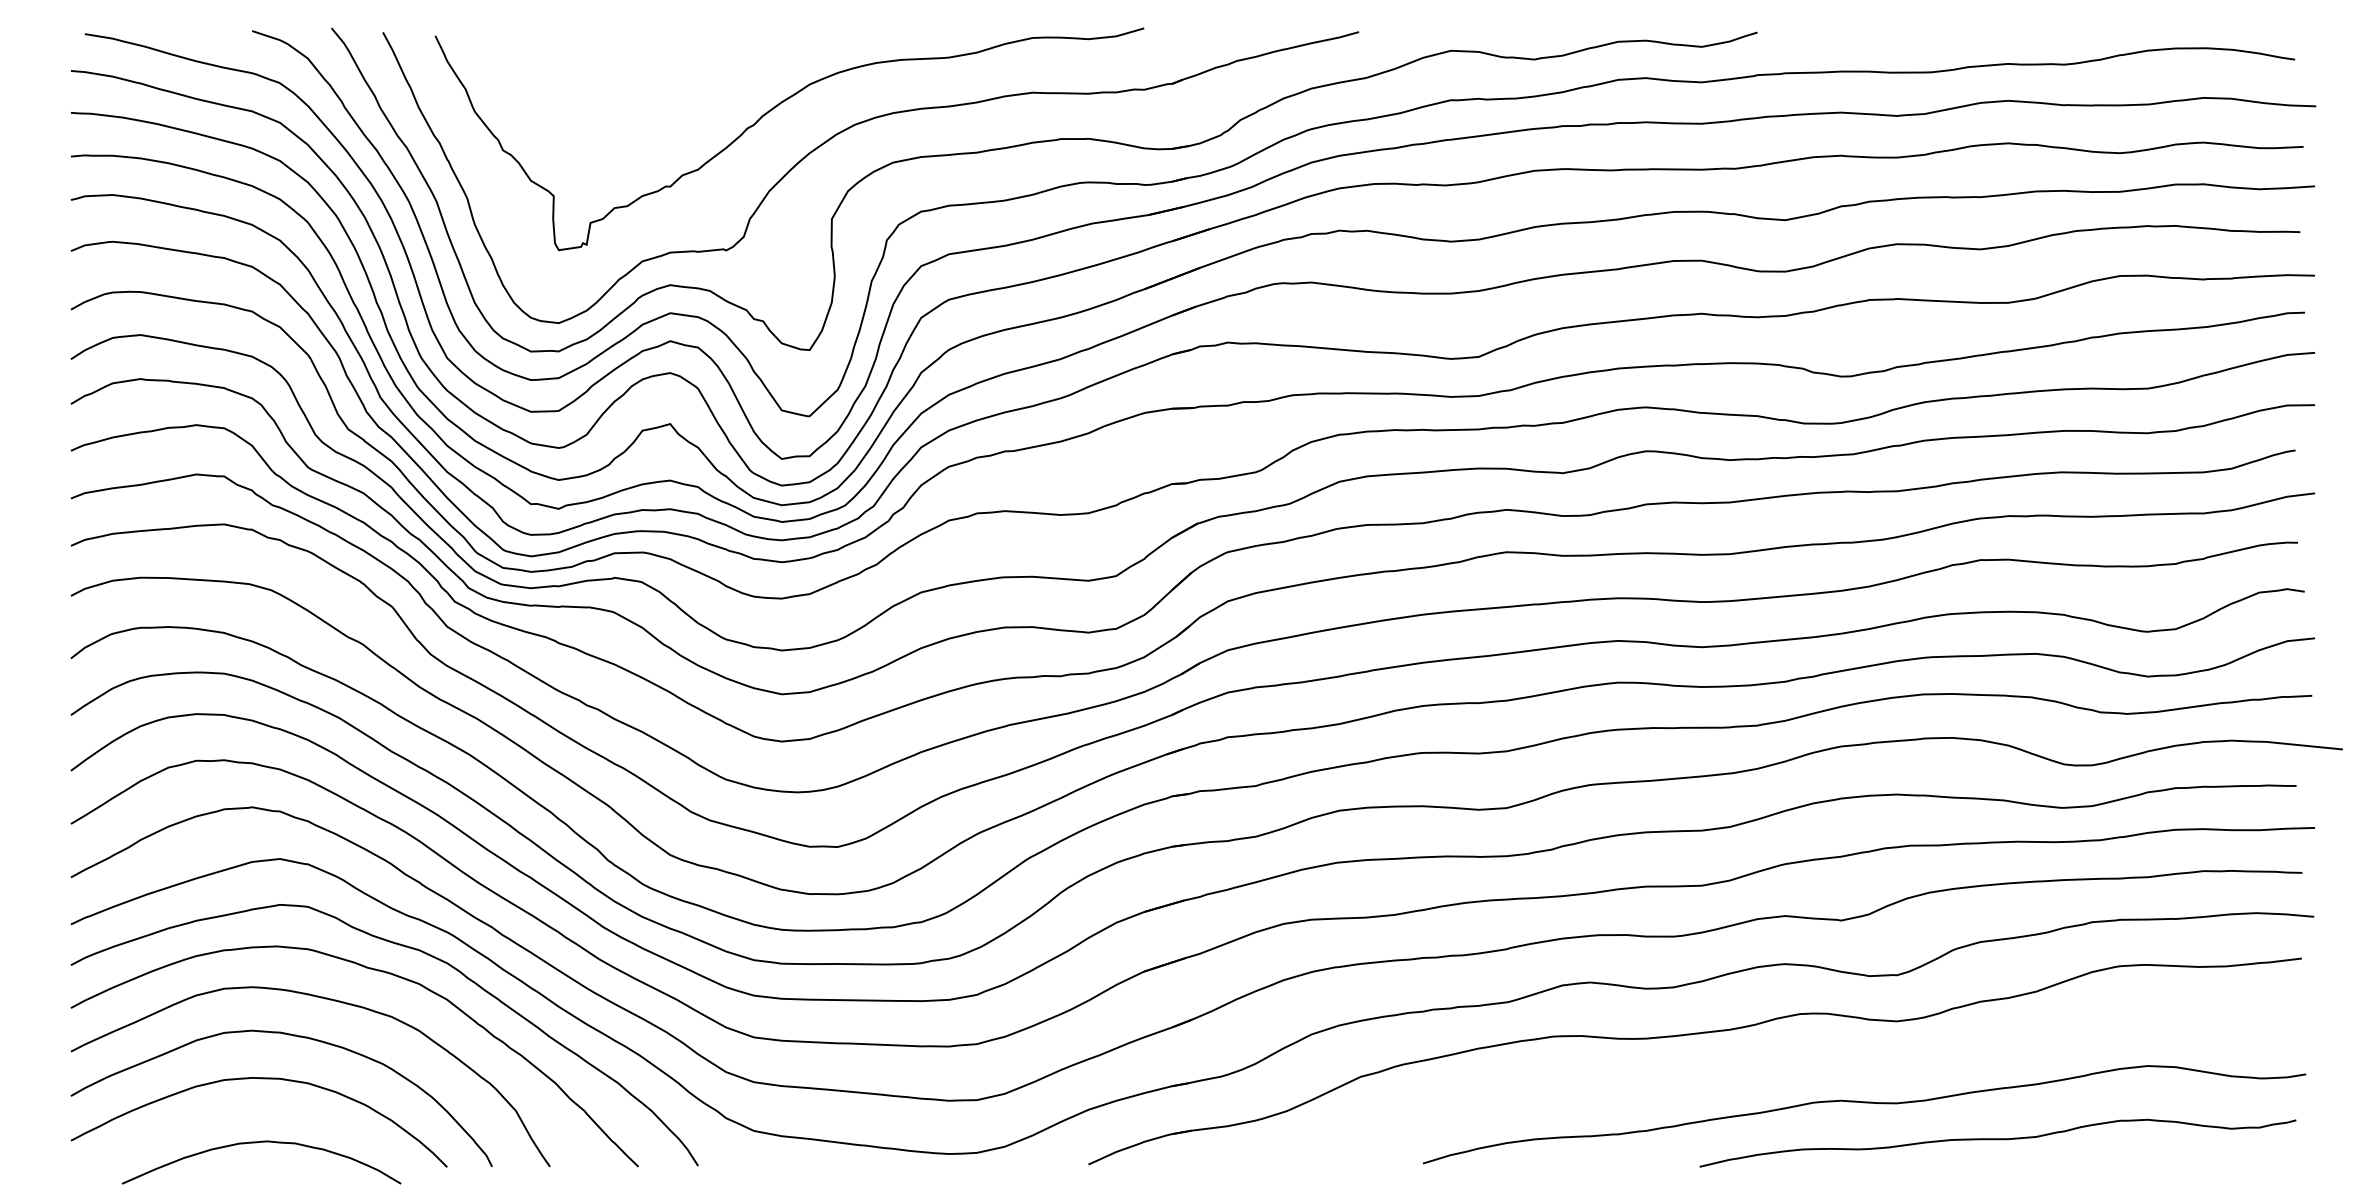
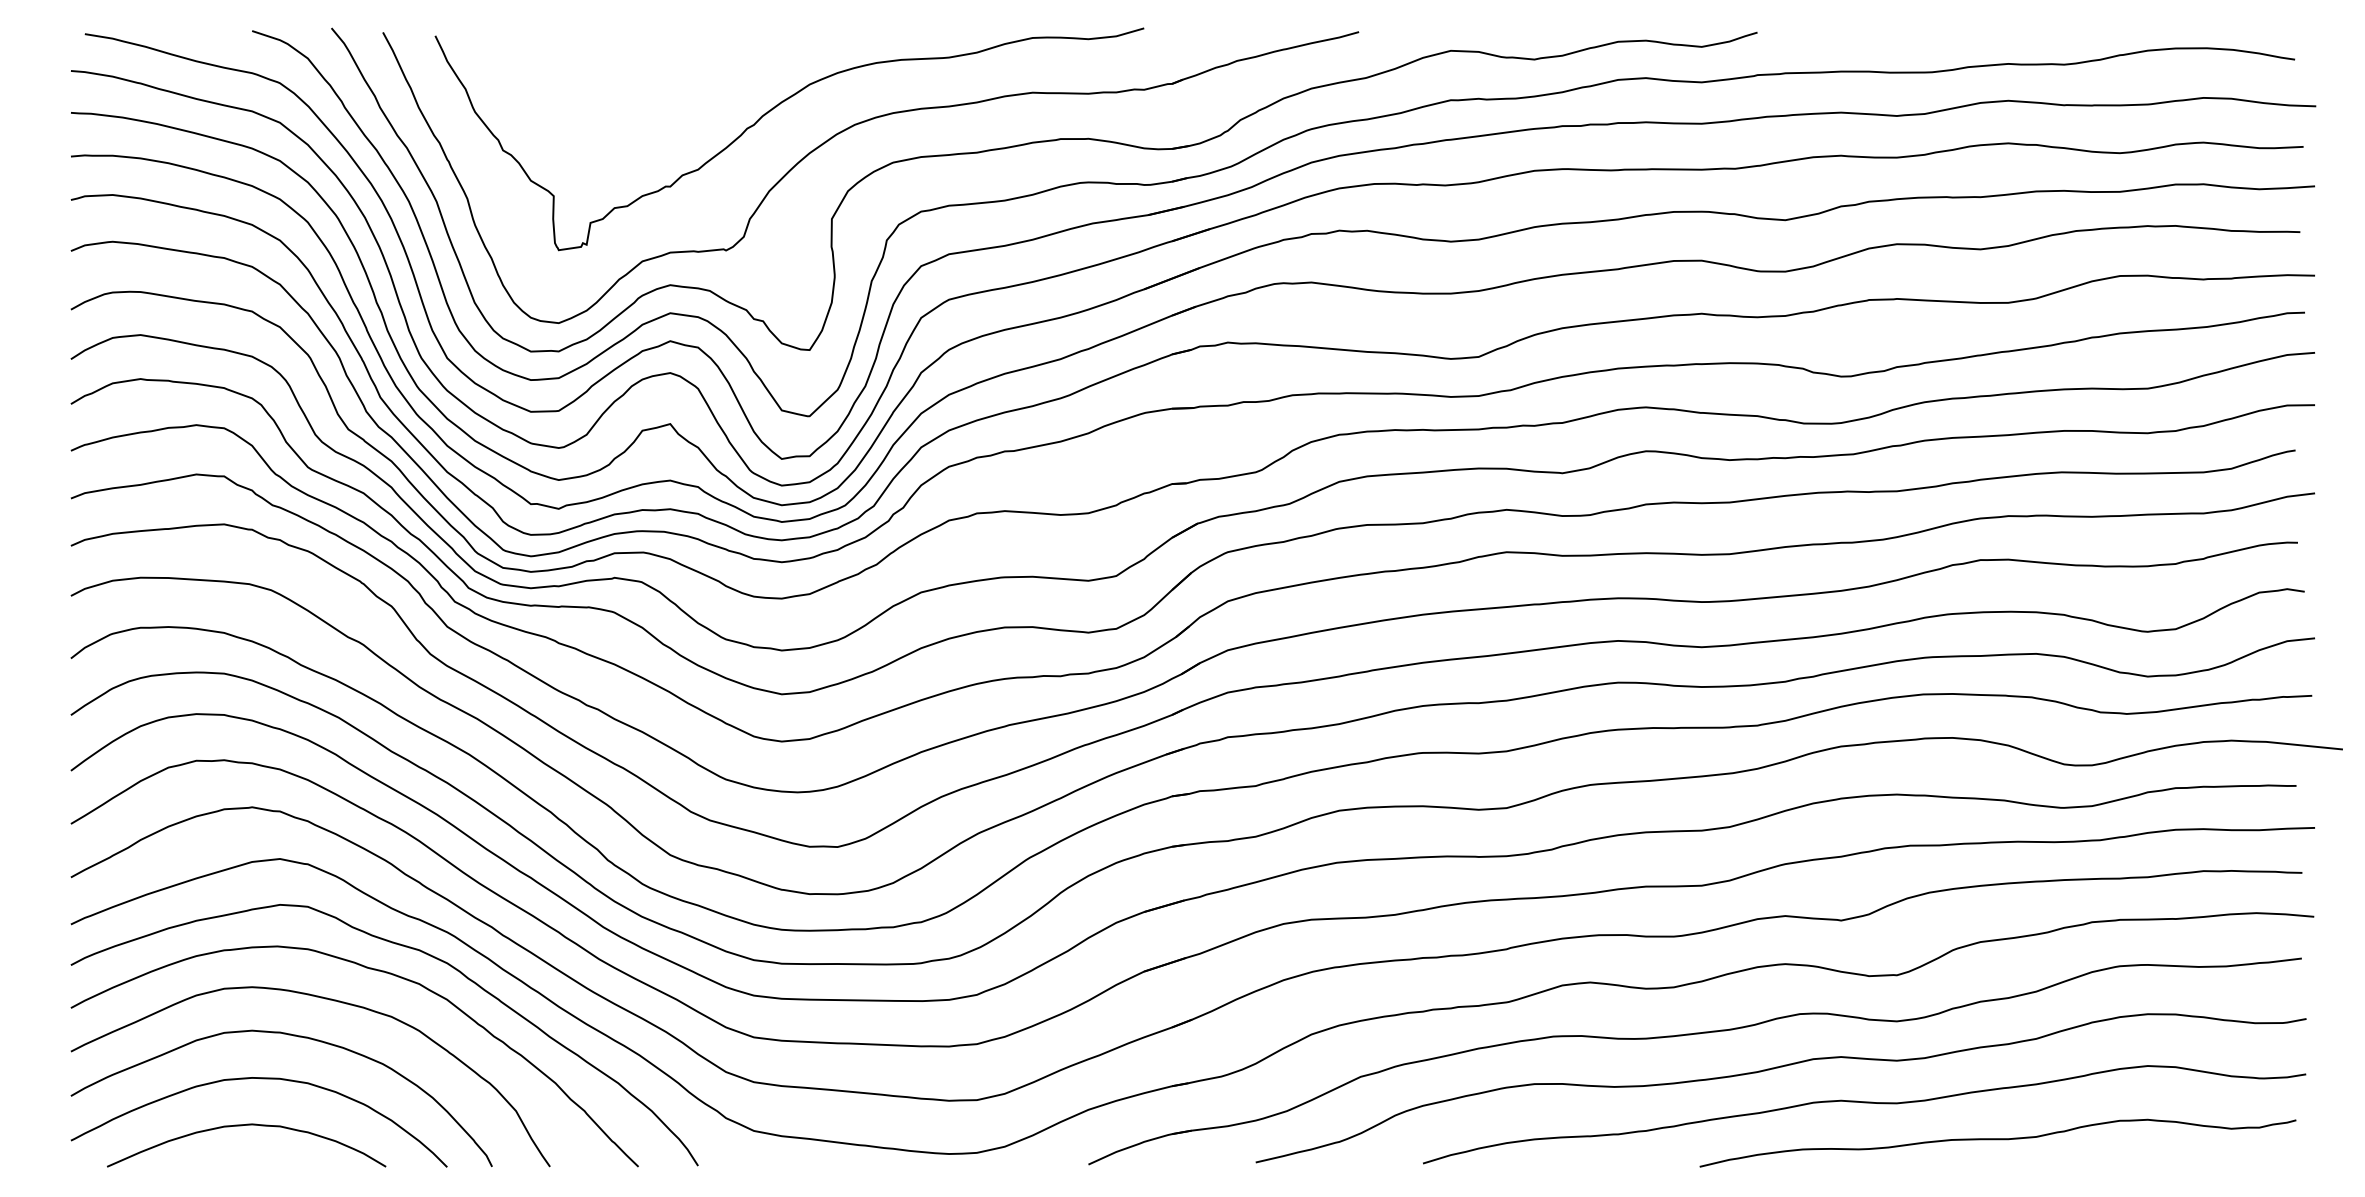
curve at (1778, 1068): none -> present
curve at (257, 1143) position: (257, 1143) -> (242, 1126)
